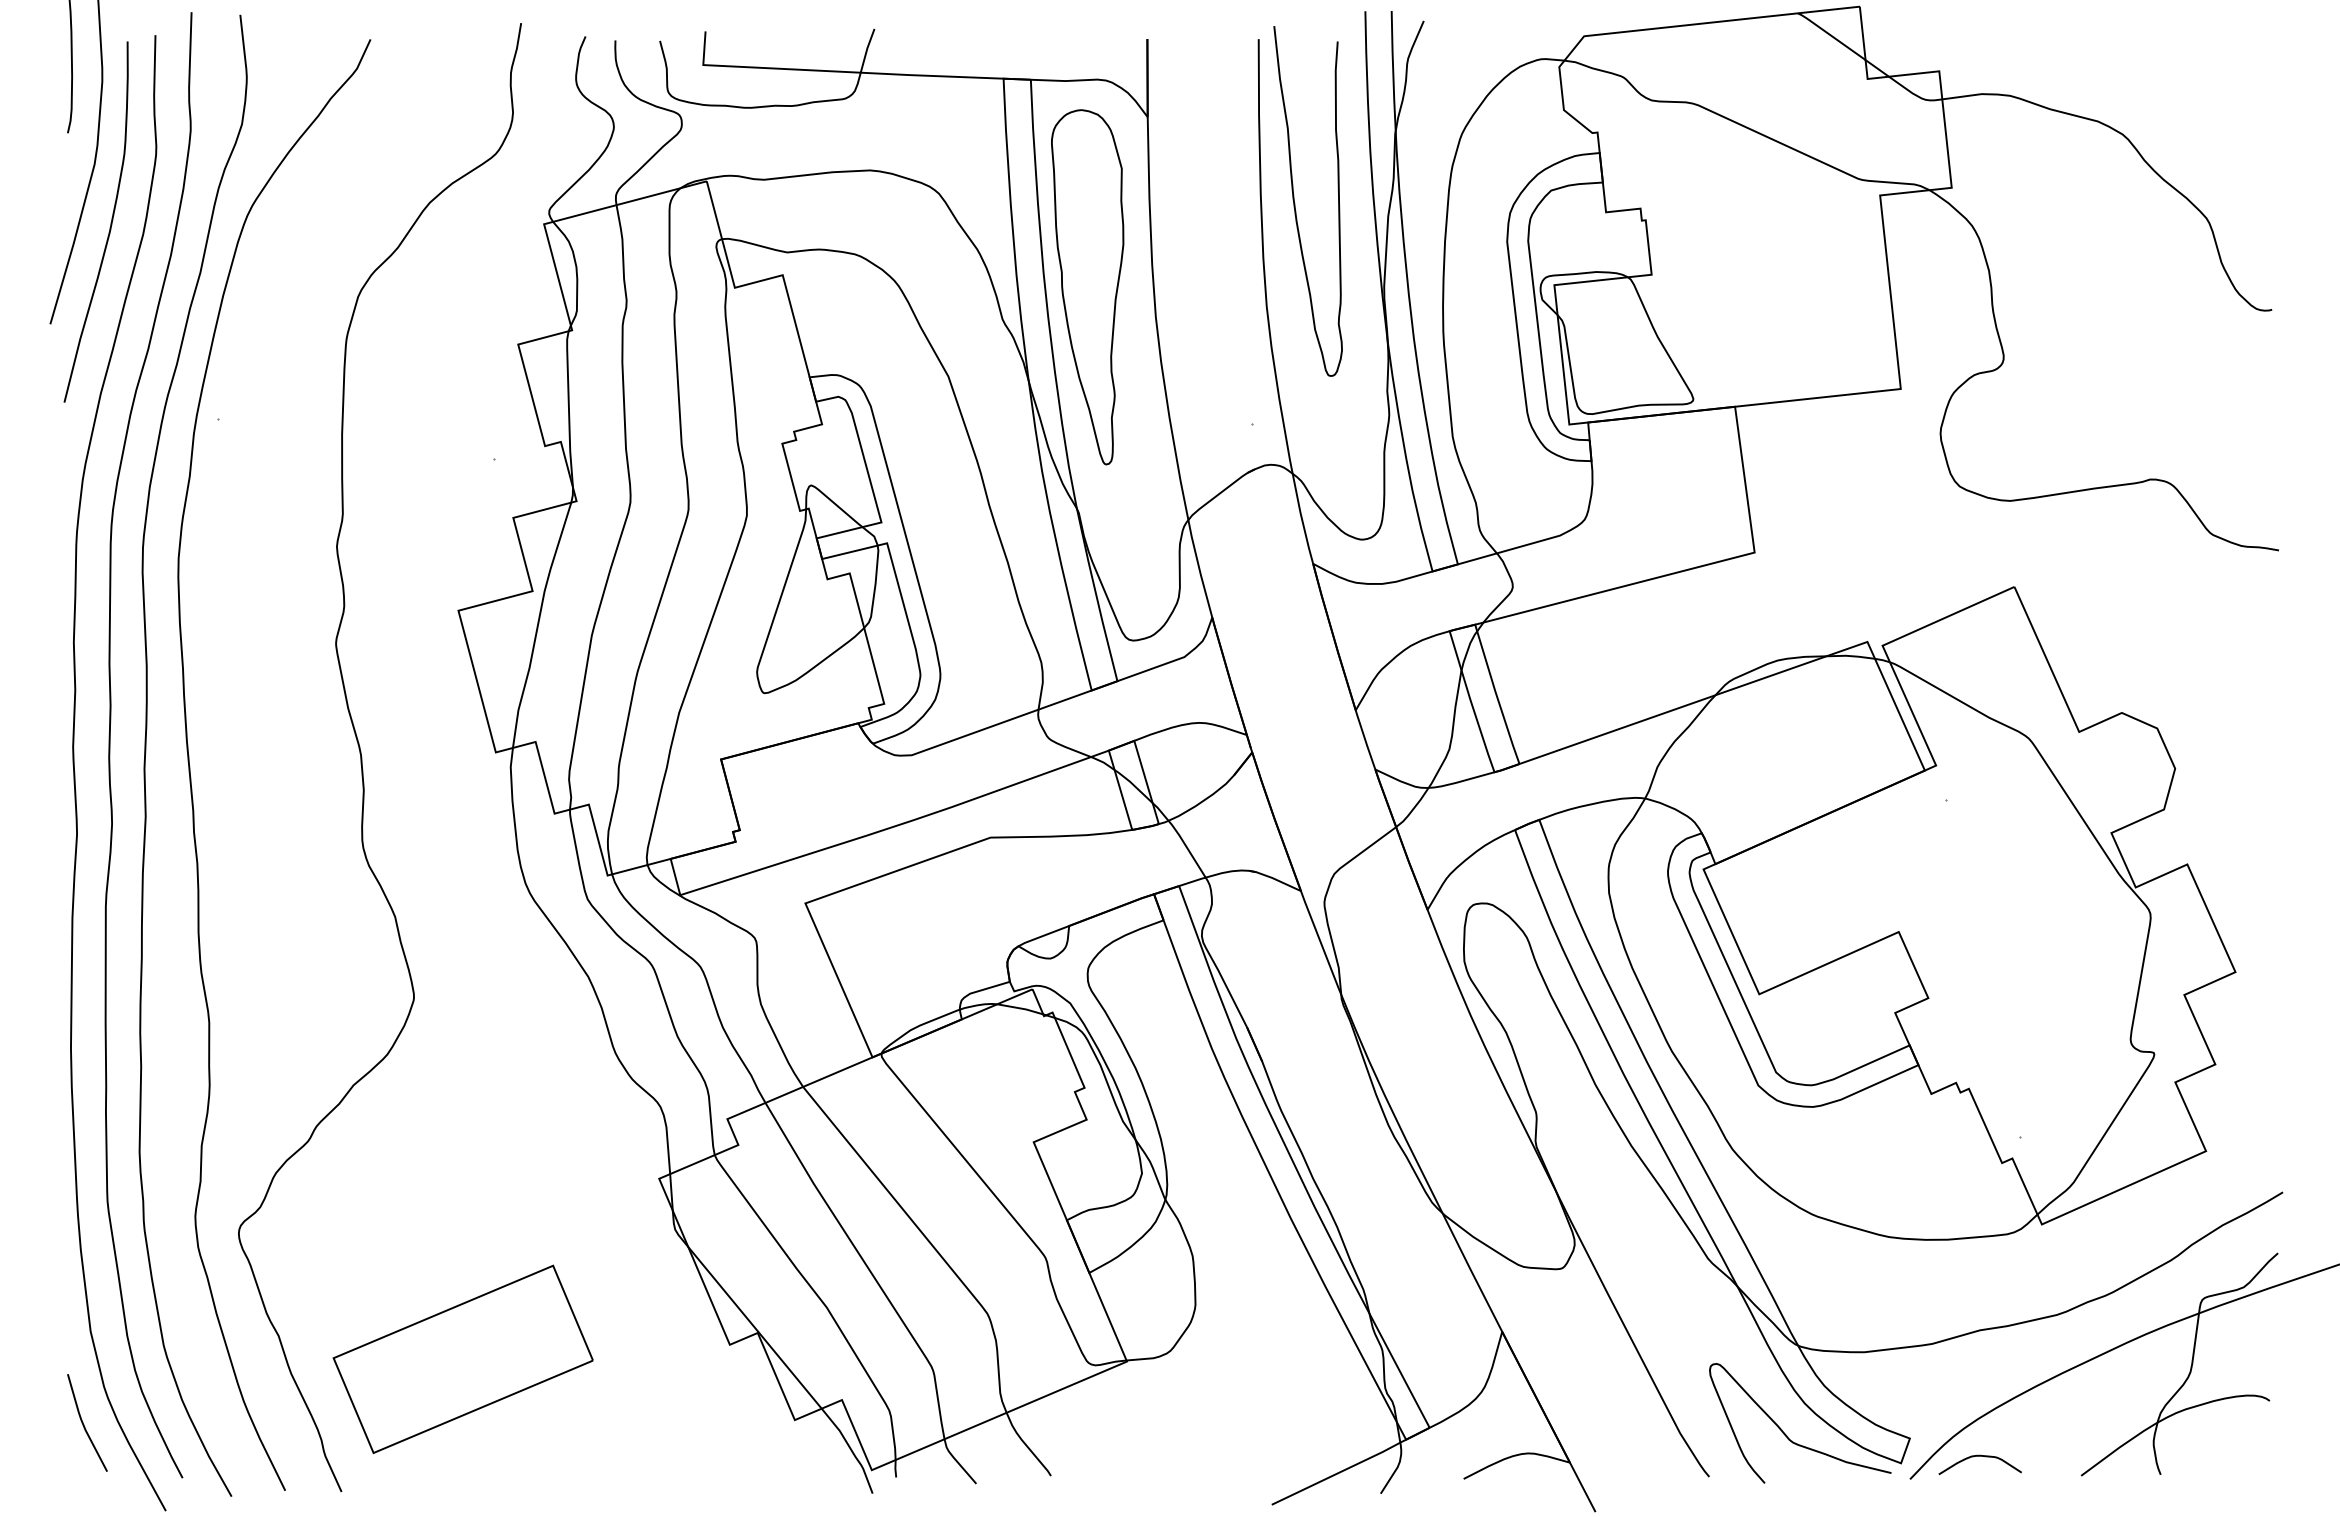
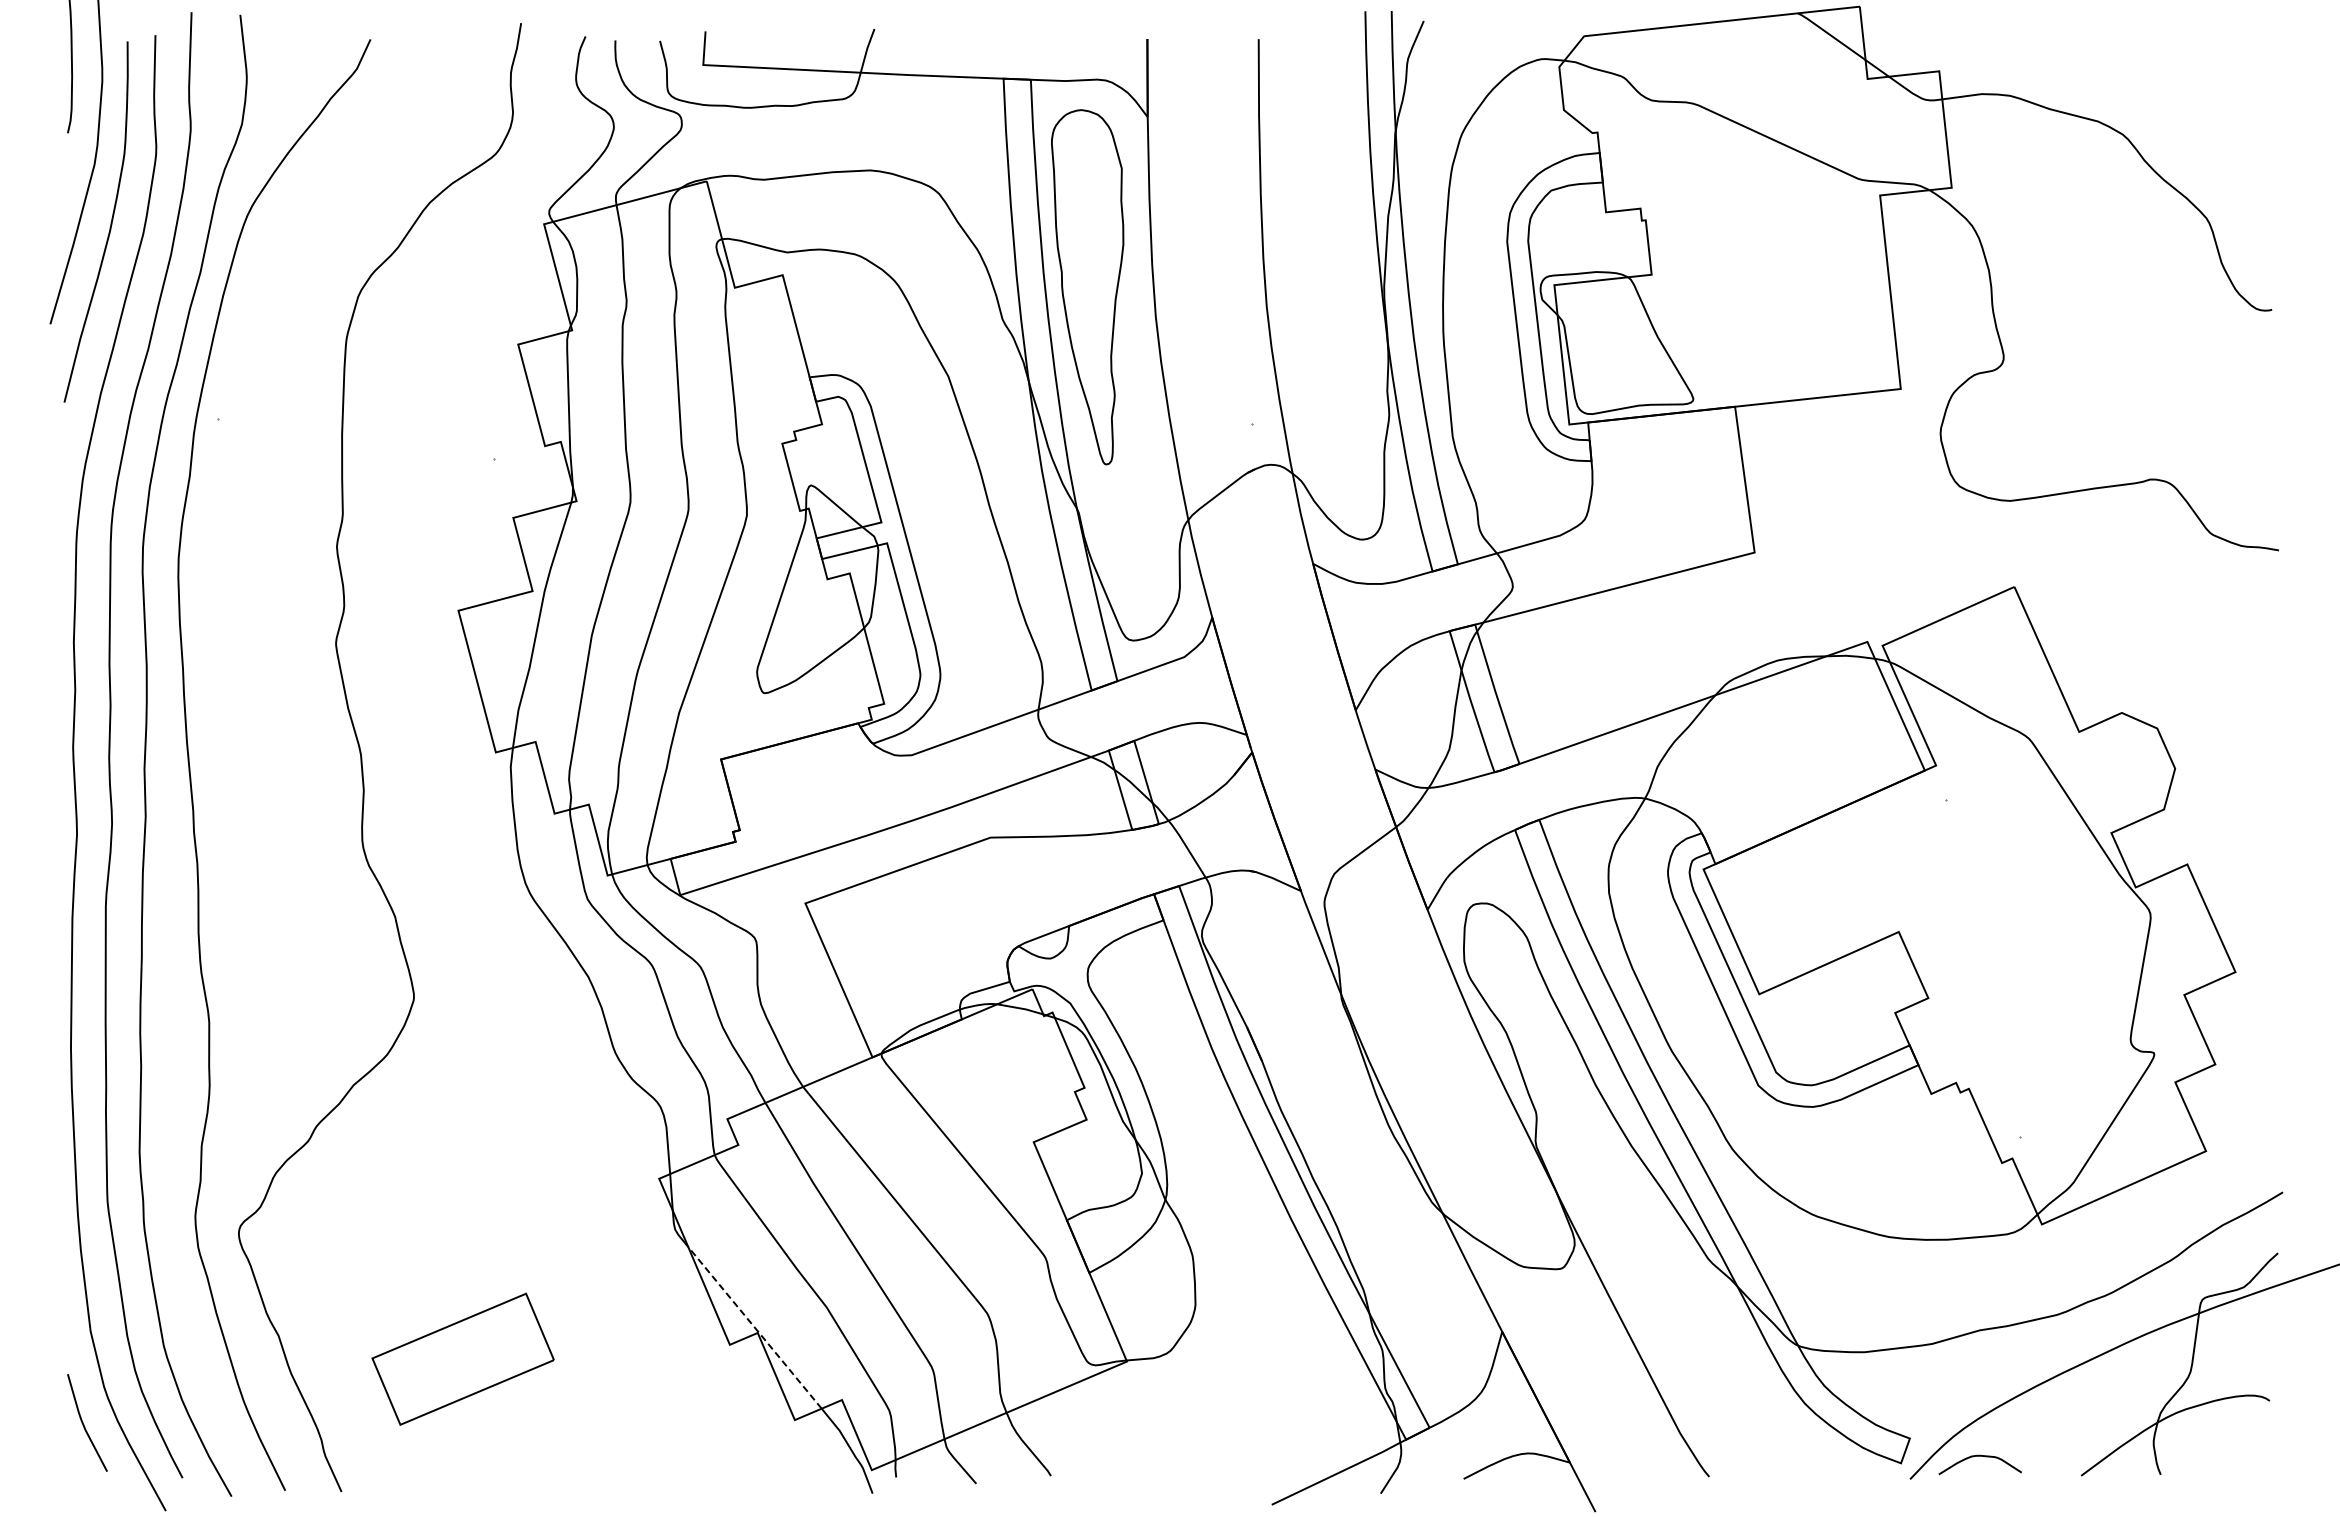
curve at (1295, 203): present -> none
line at (754, 1327): solid -> dashed
part at (462, 1358) size: 262x190 px -> 184x134 px
curve at (1787, 1435): present -> none
